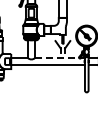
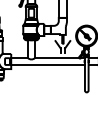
line at (57, 57): dashed -> solid
